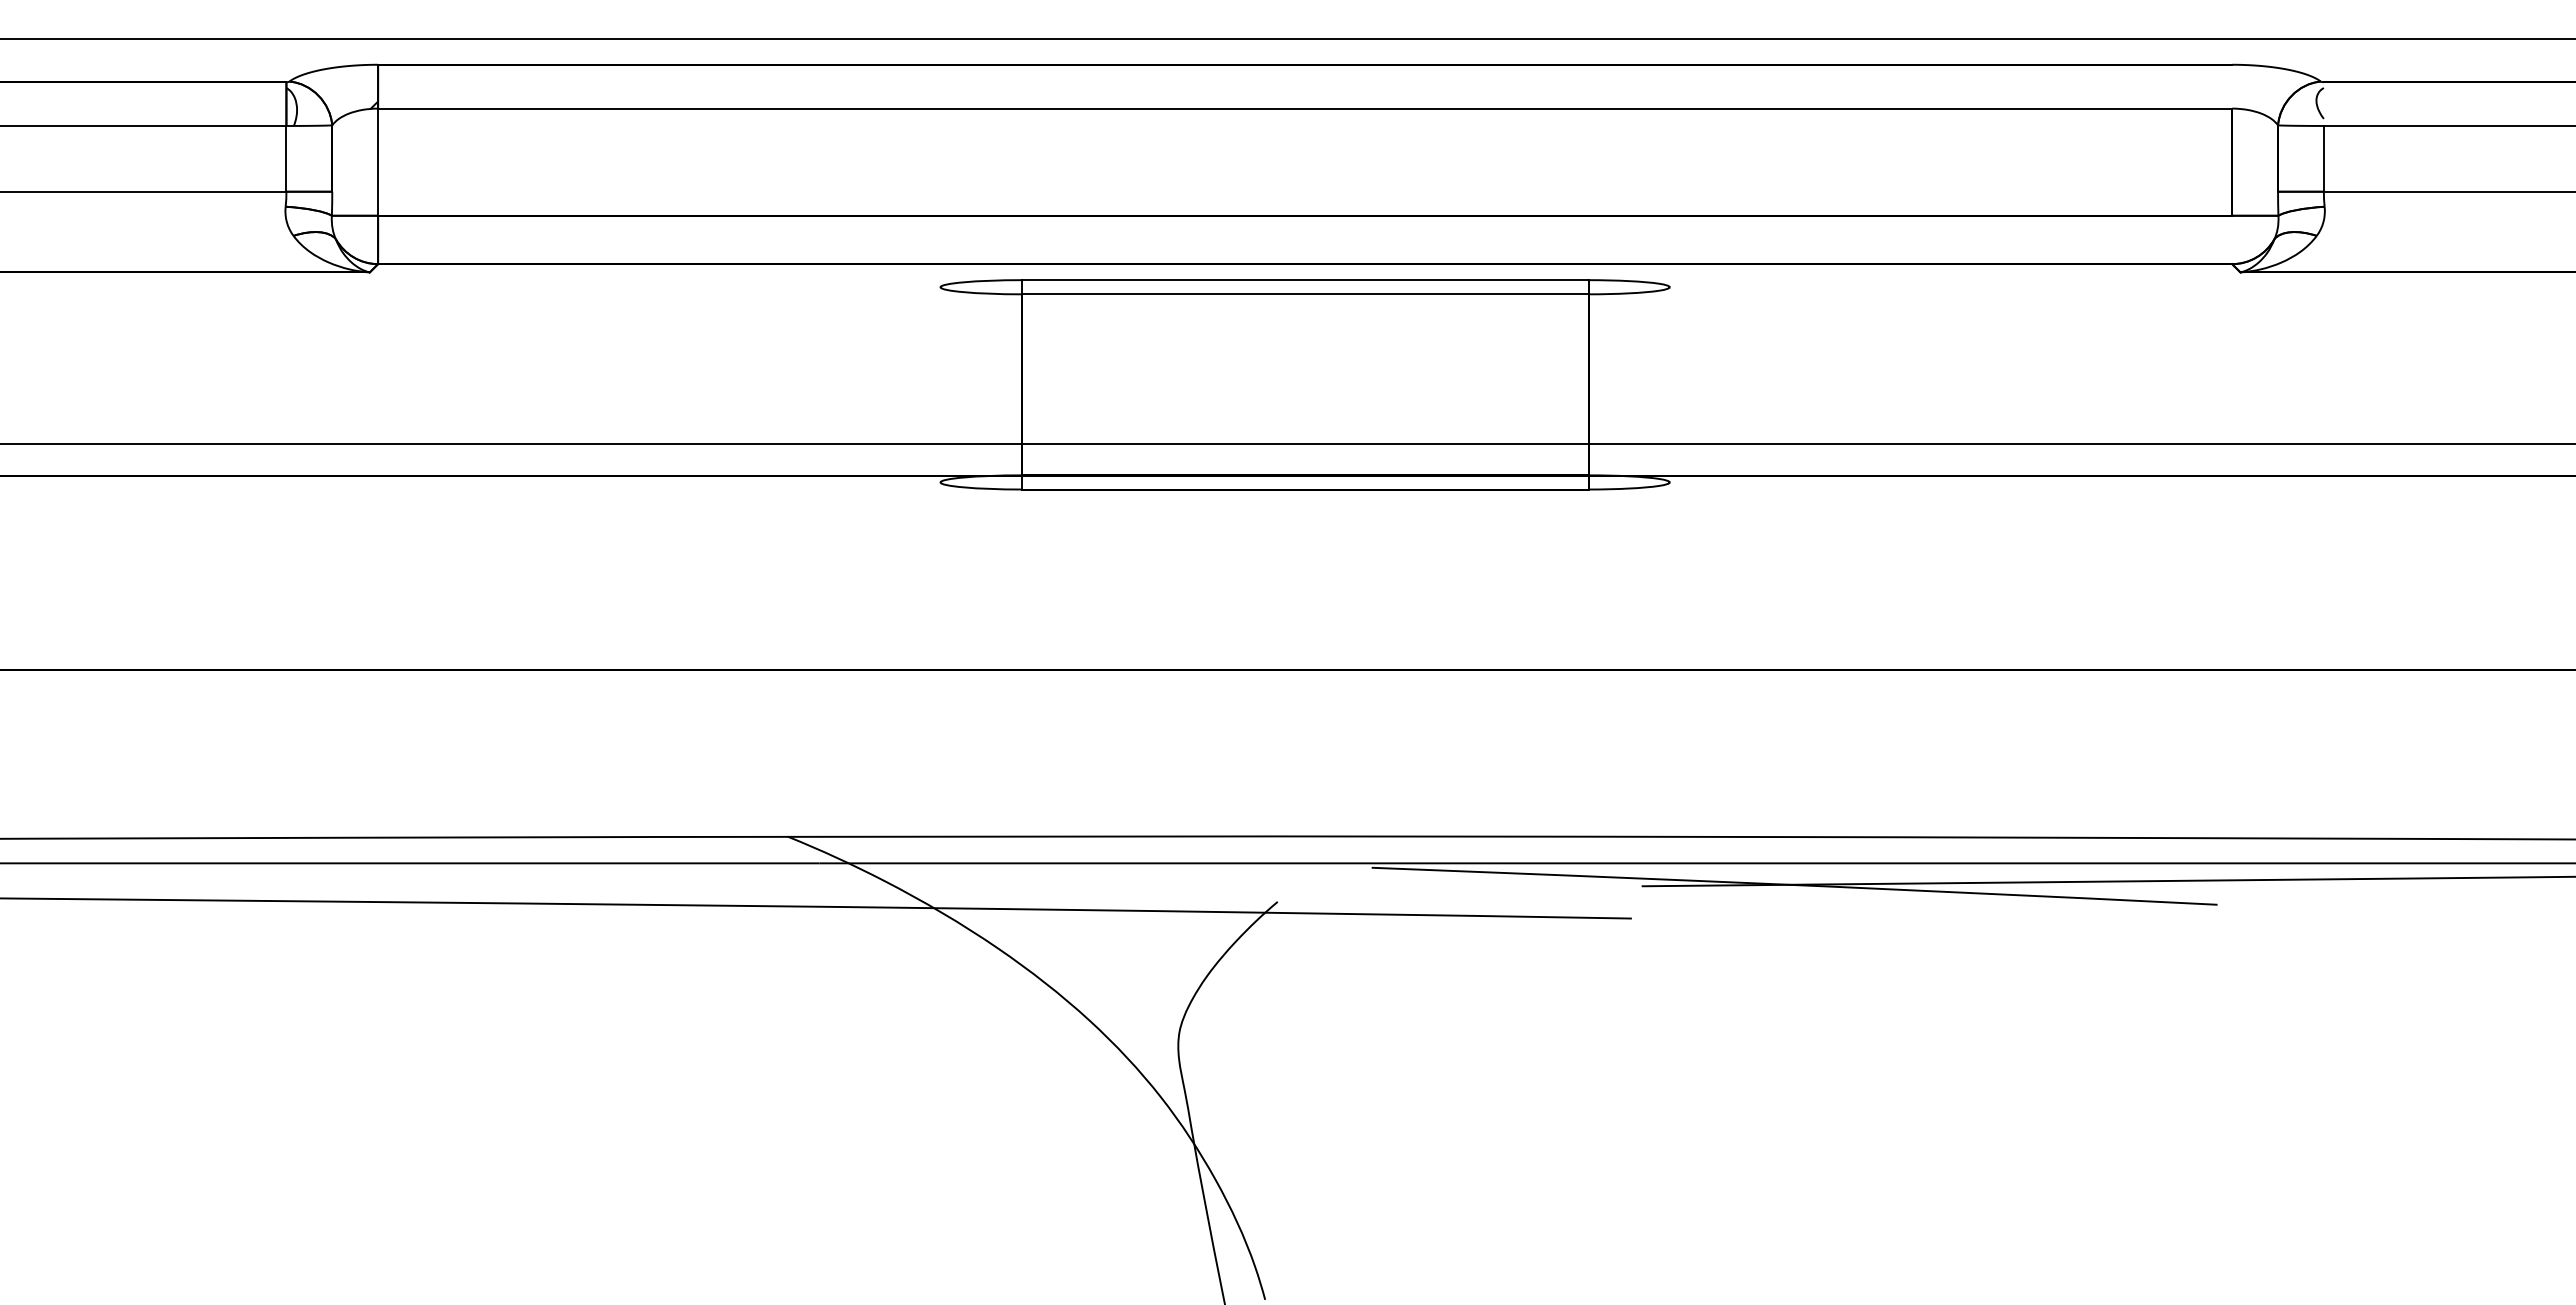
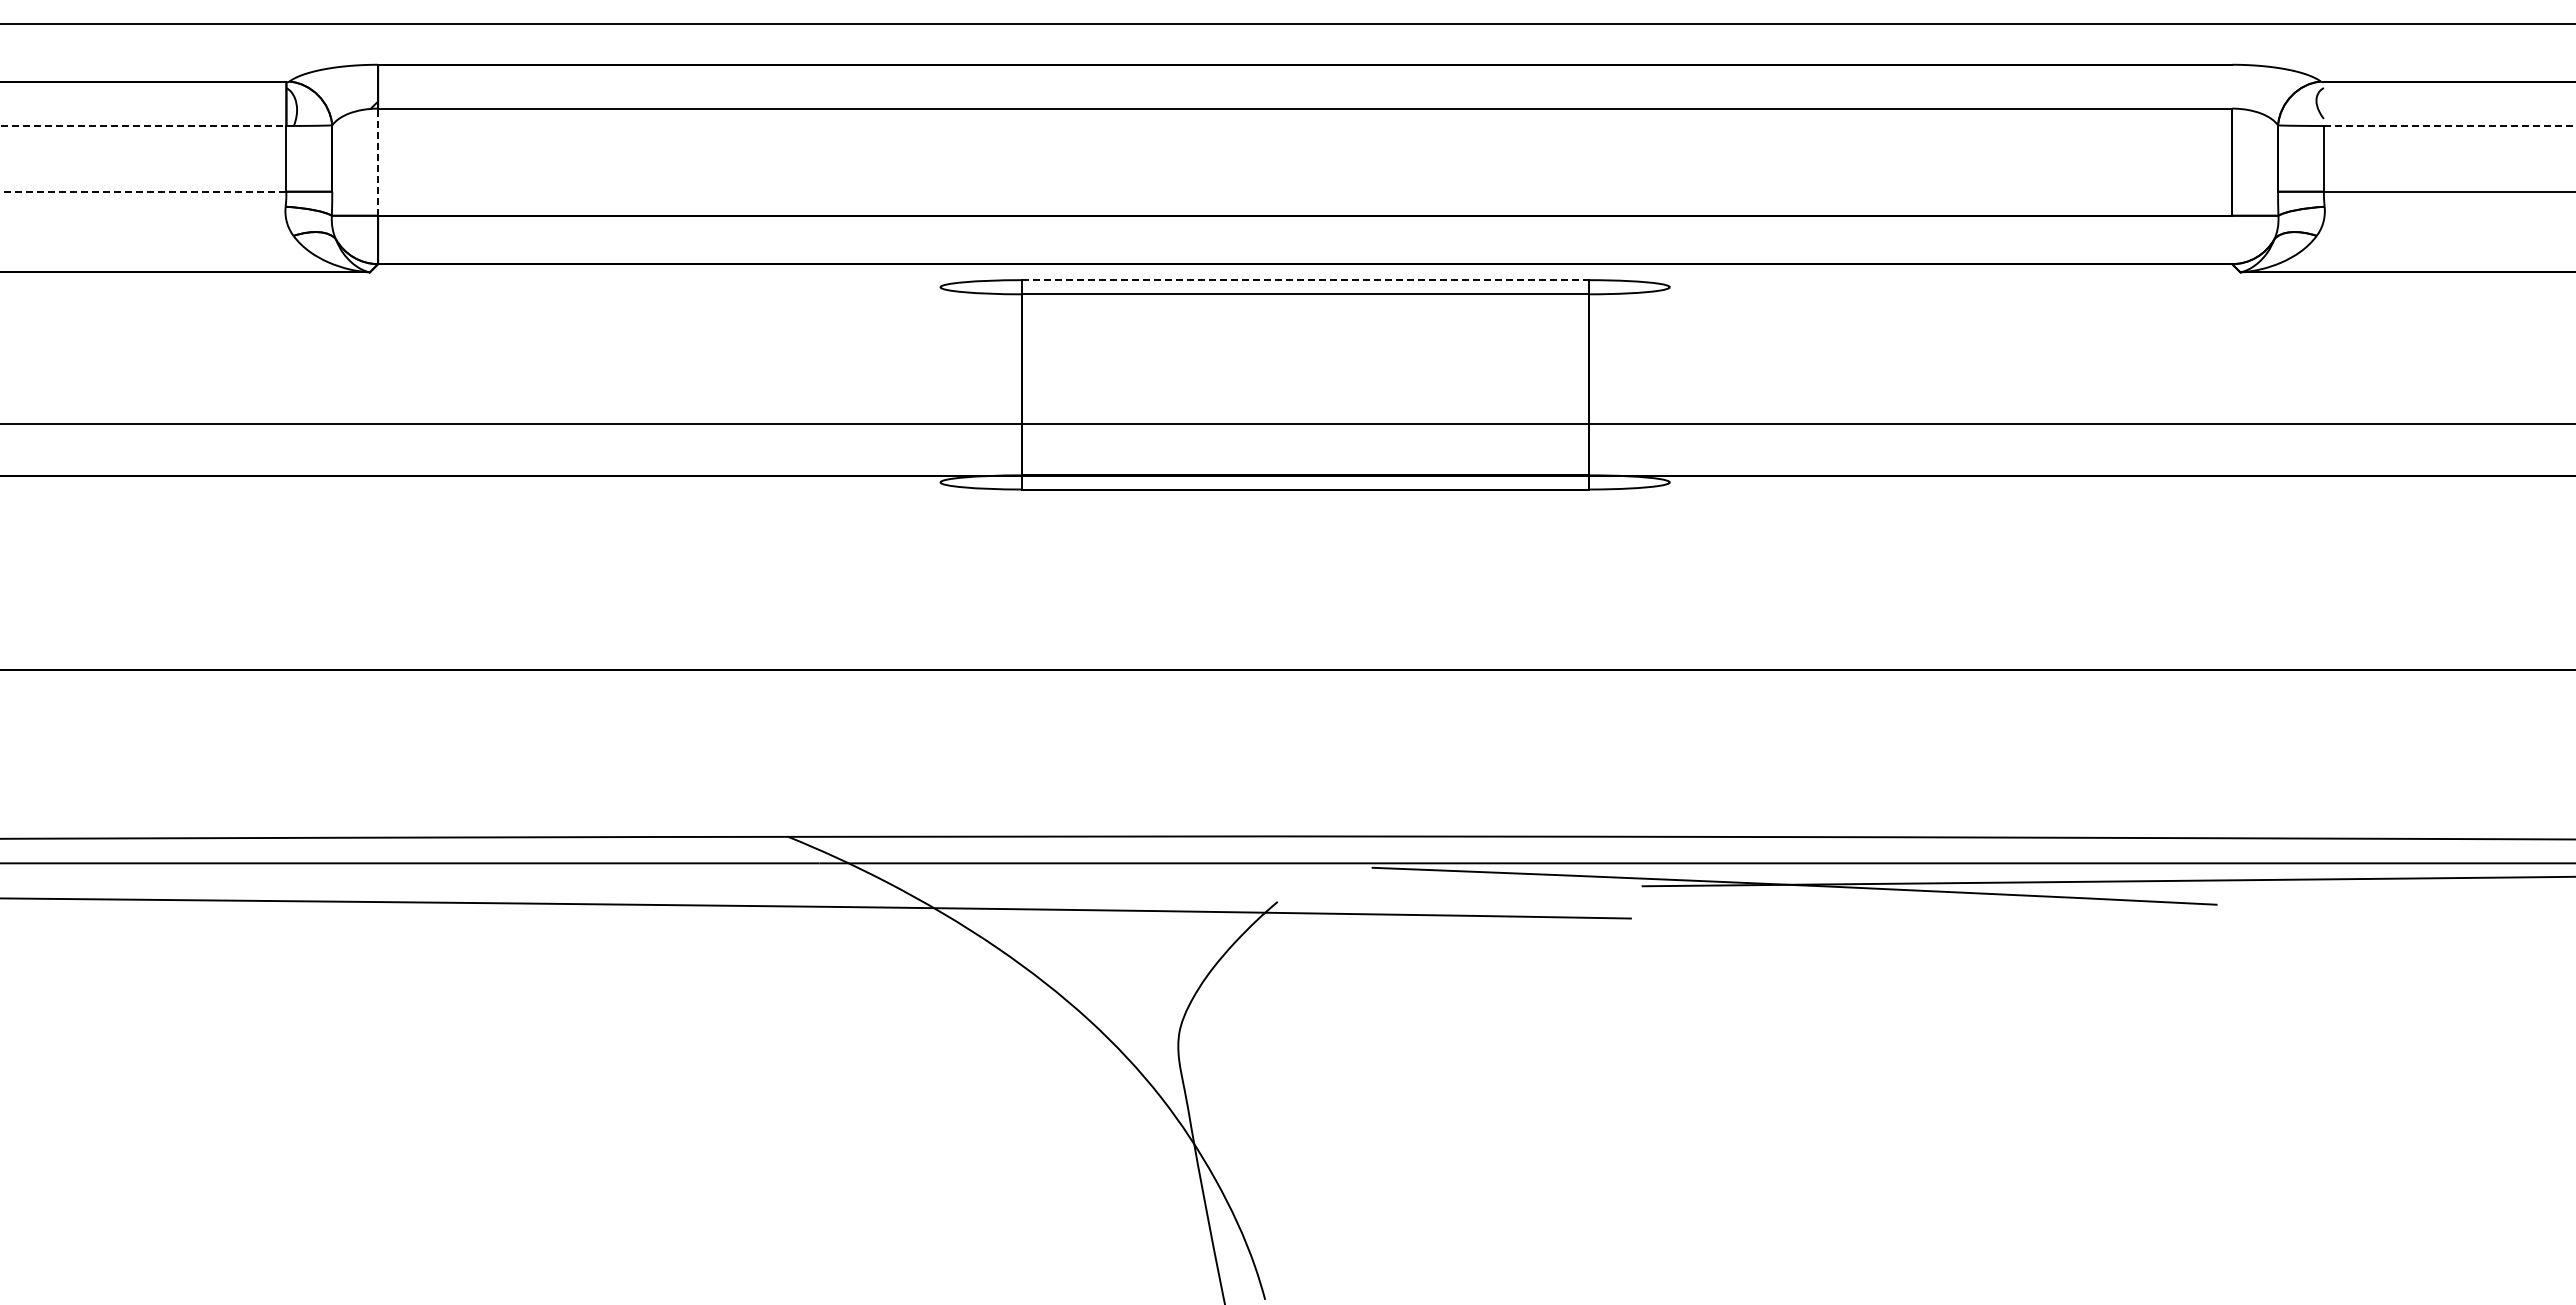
line at (1287, 39) position: (1287, 39) -> (1287, 24)
line at (143, 125): solid -> dashed
line at (2449, 125): solid -> dashed
line at (378, 162): solid -> dashed
line at (143, 191): solid -> dashed
line at (1305, 280): solid -> dashed
line at (1287, 444) position: (1287, 444) -> (1287, 424)
